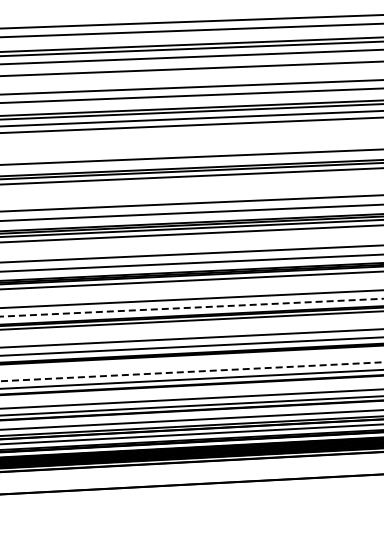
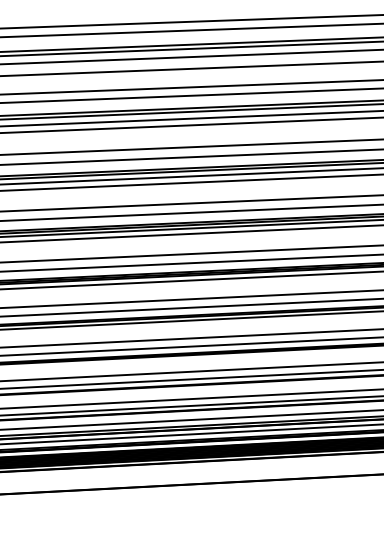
line at (191, 146): none -> present
line at (191, 182): none -> present
line at (191, 307): dashed -> solid
line at (192, 371): dashed -> solid
